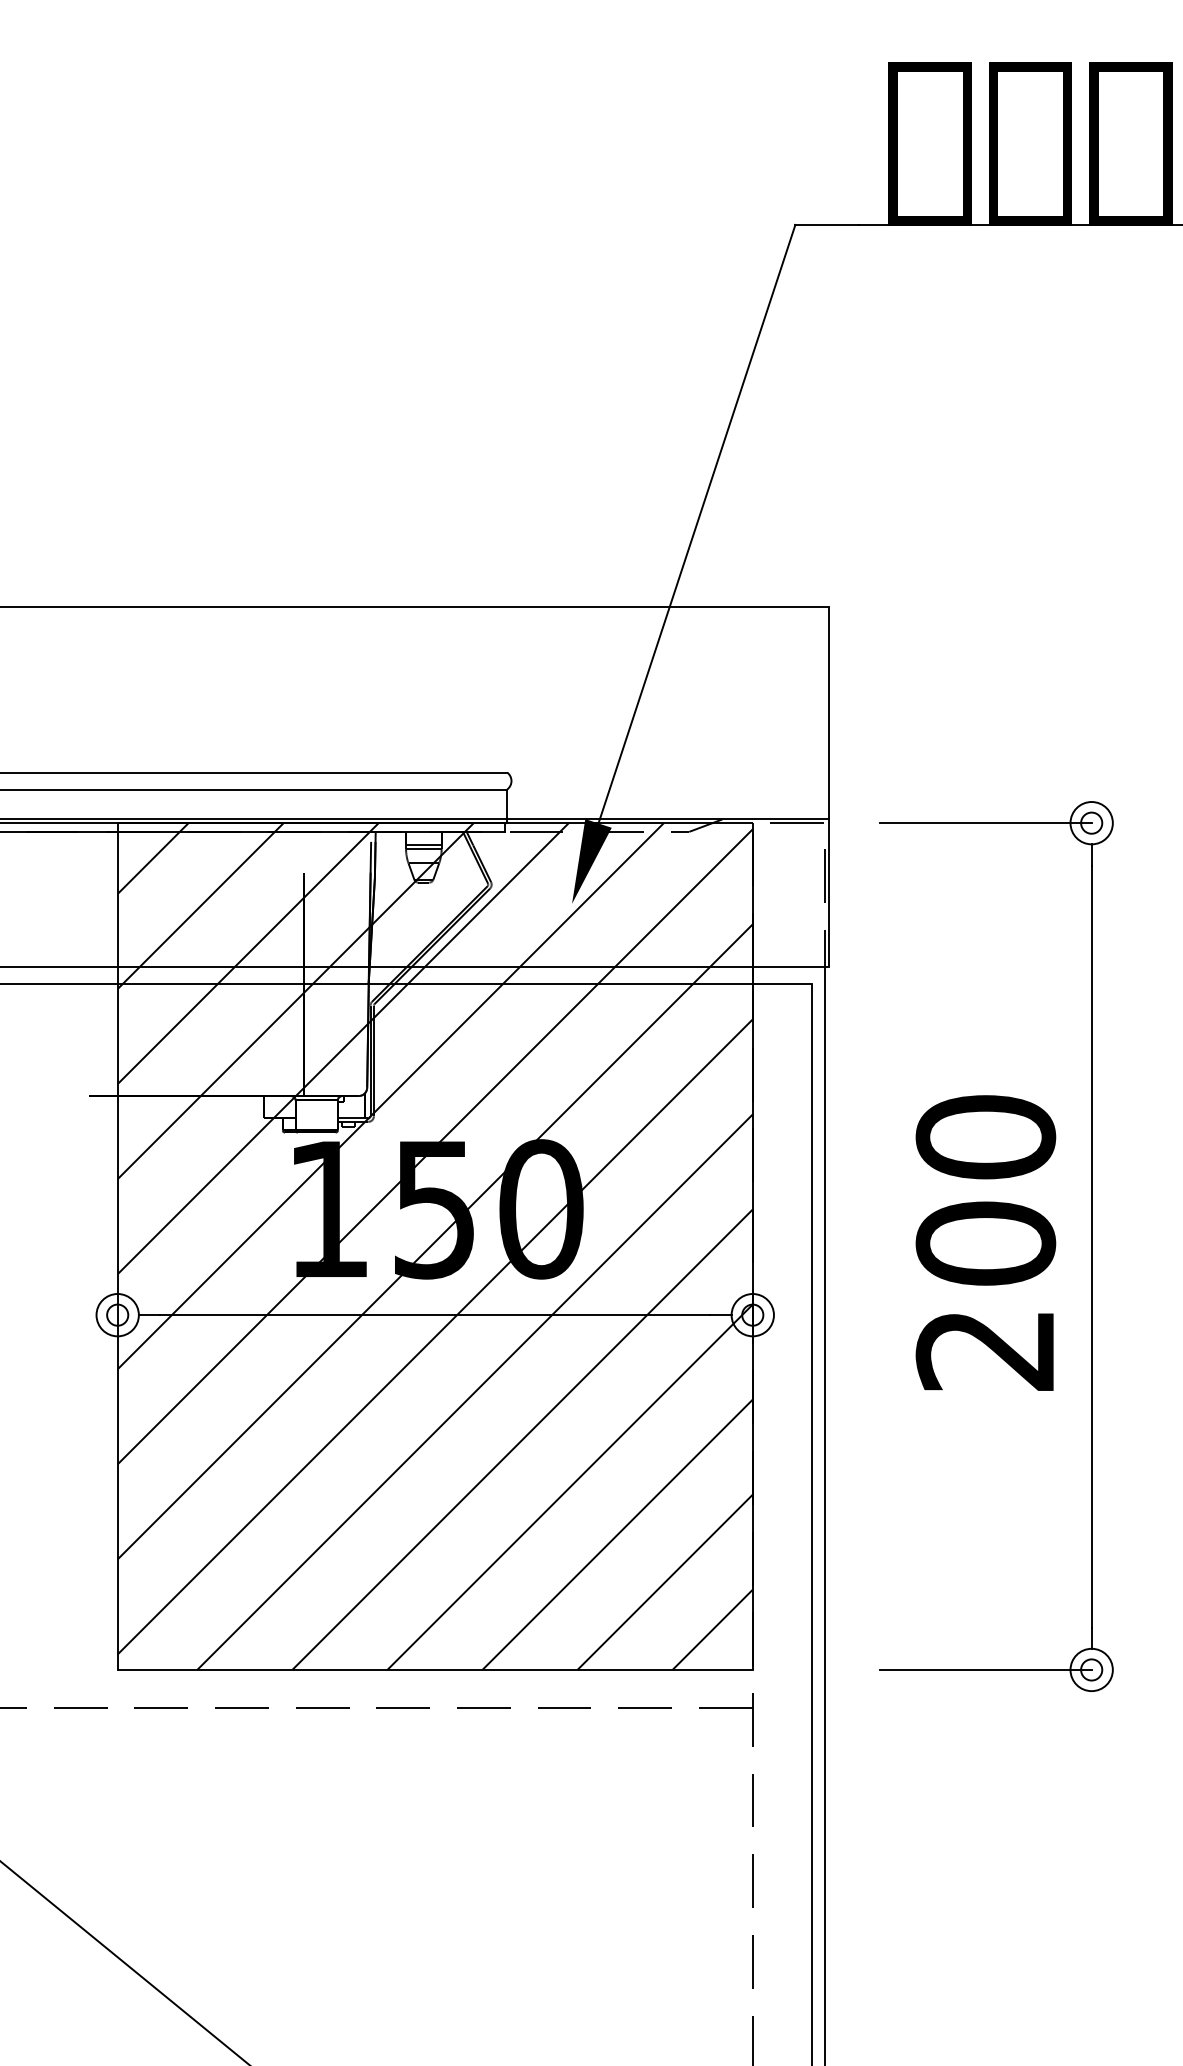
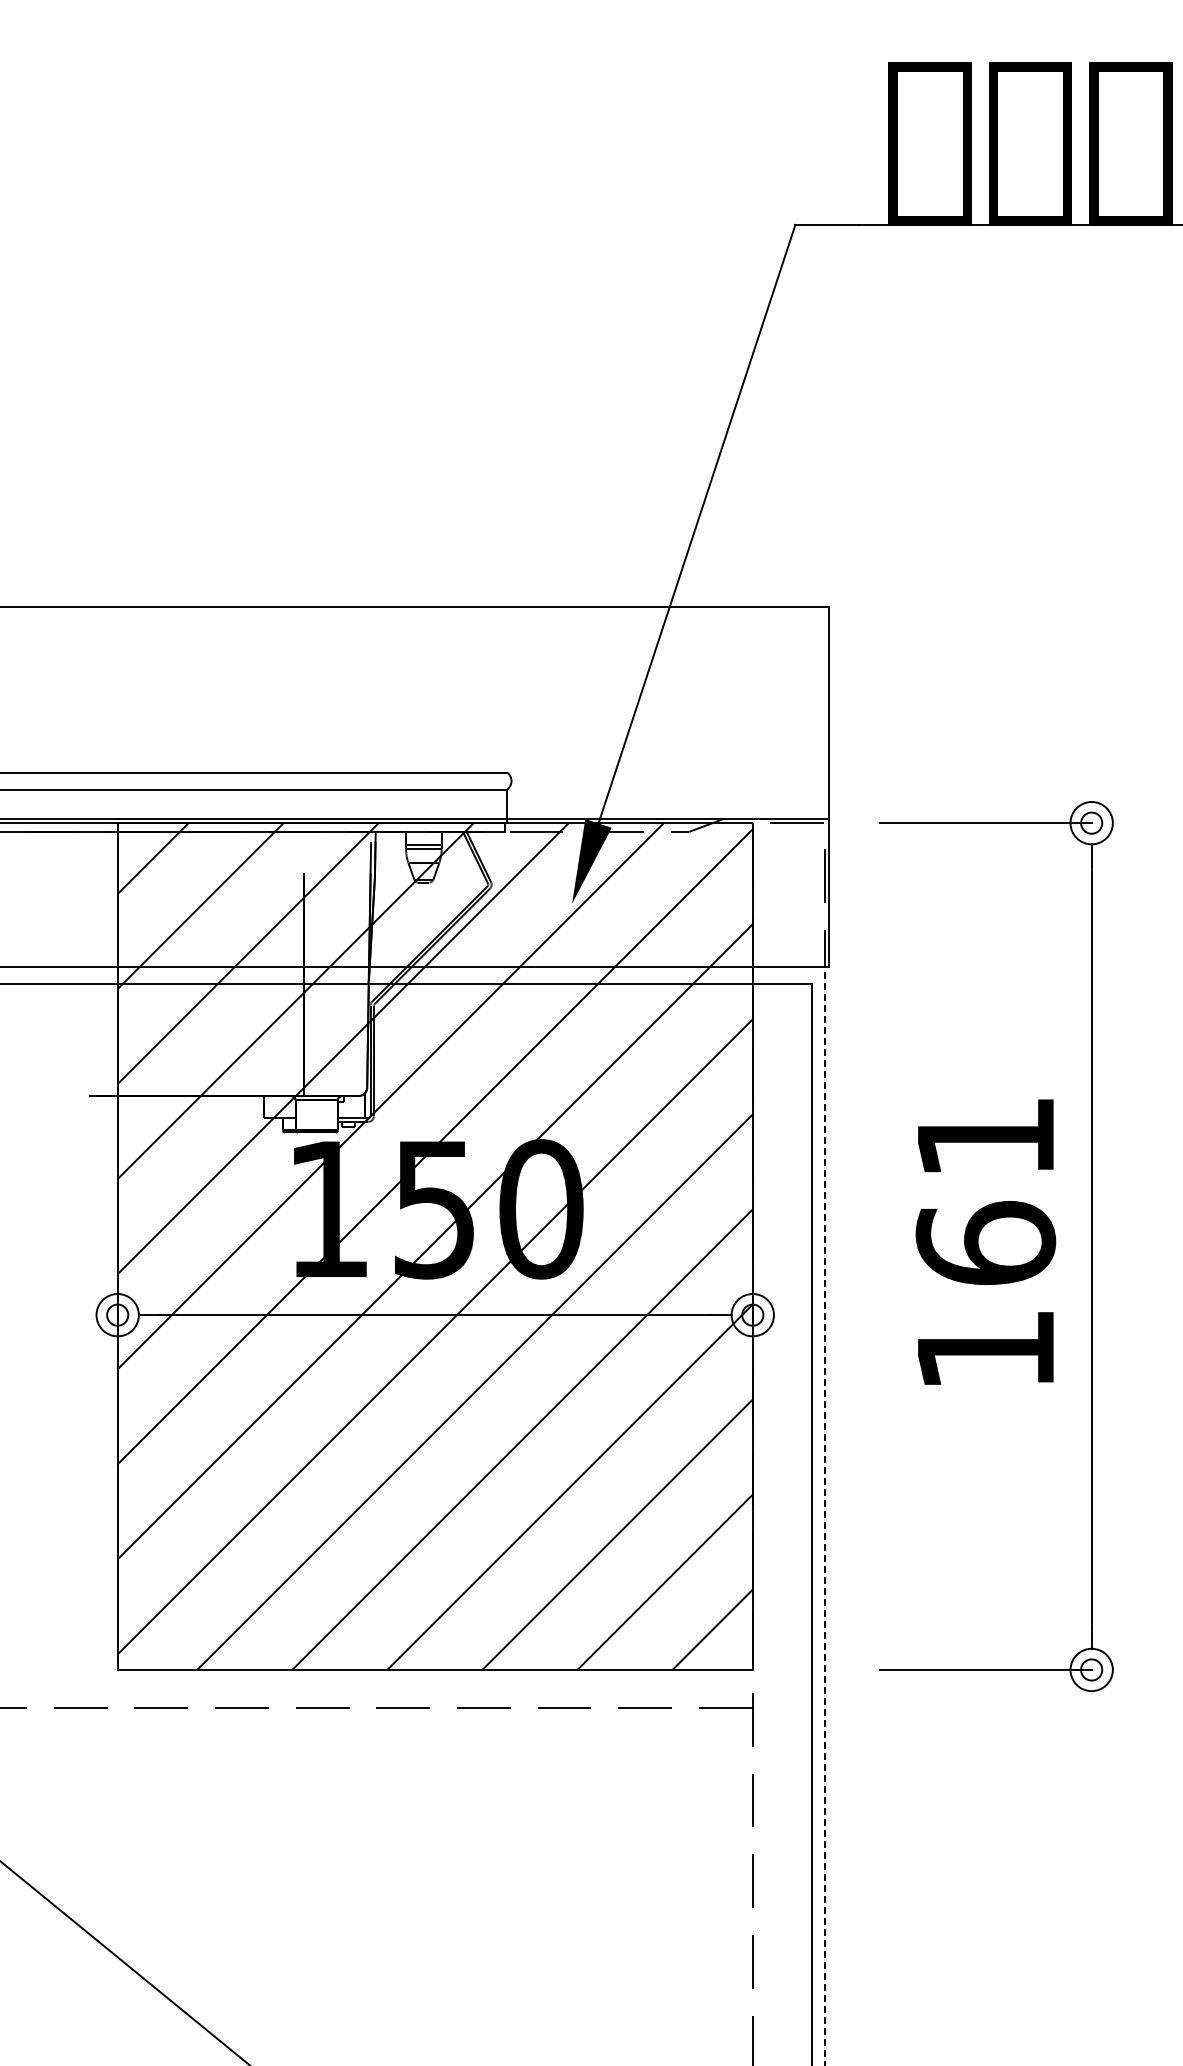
text at (985, 1242): 200 -> 161
line at (824, 1516): solid -> dashed
